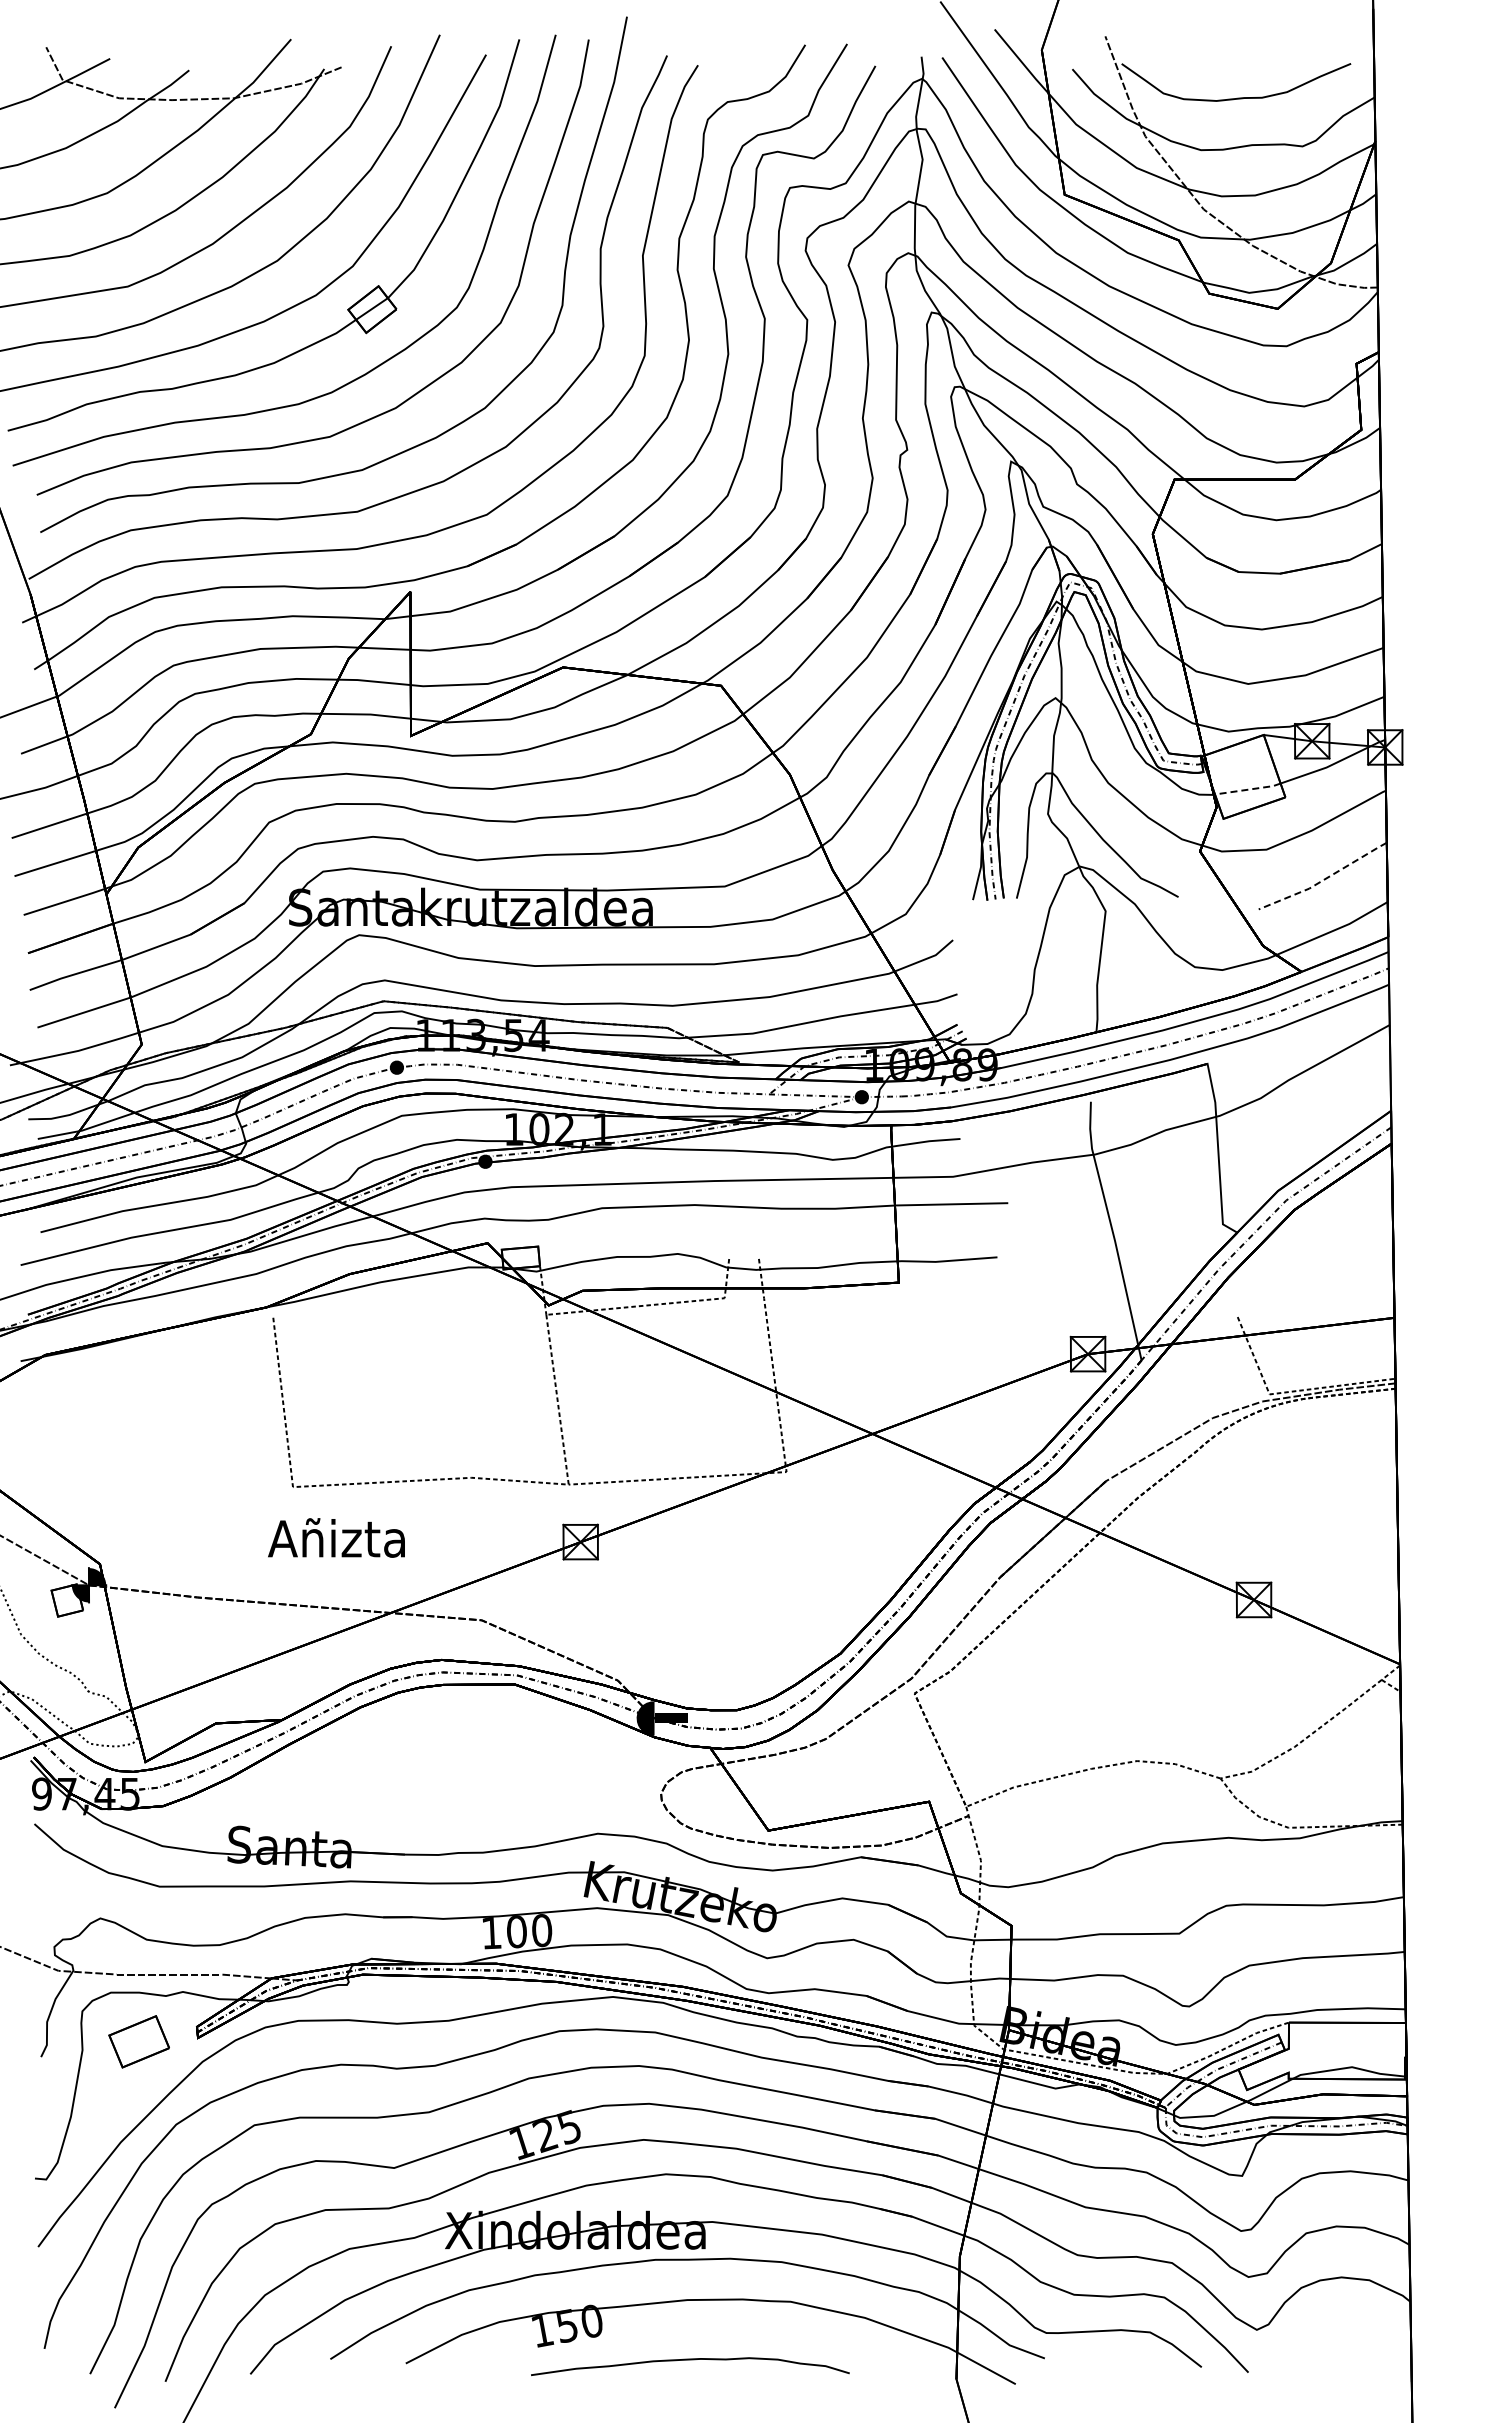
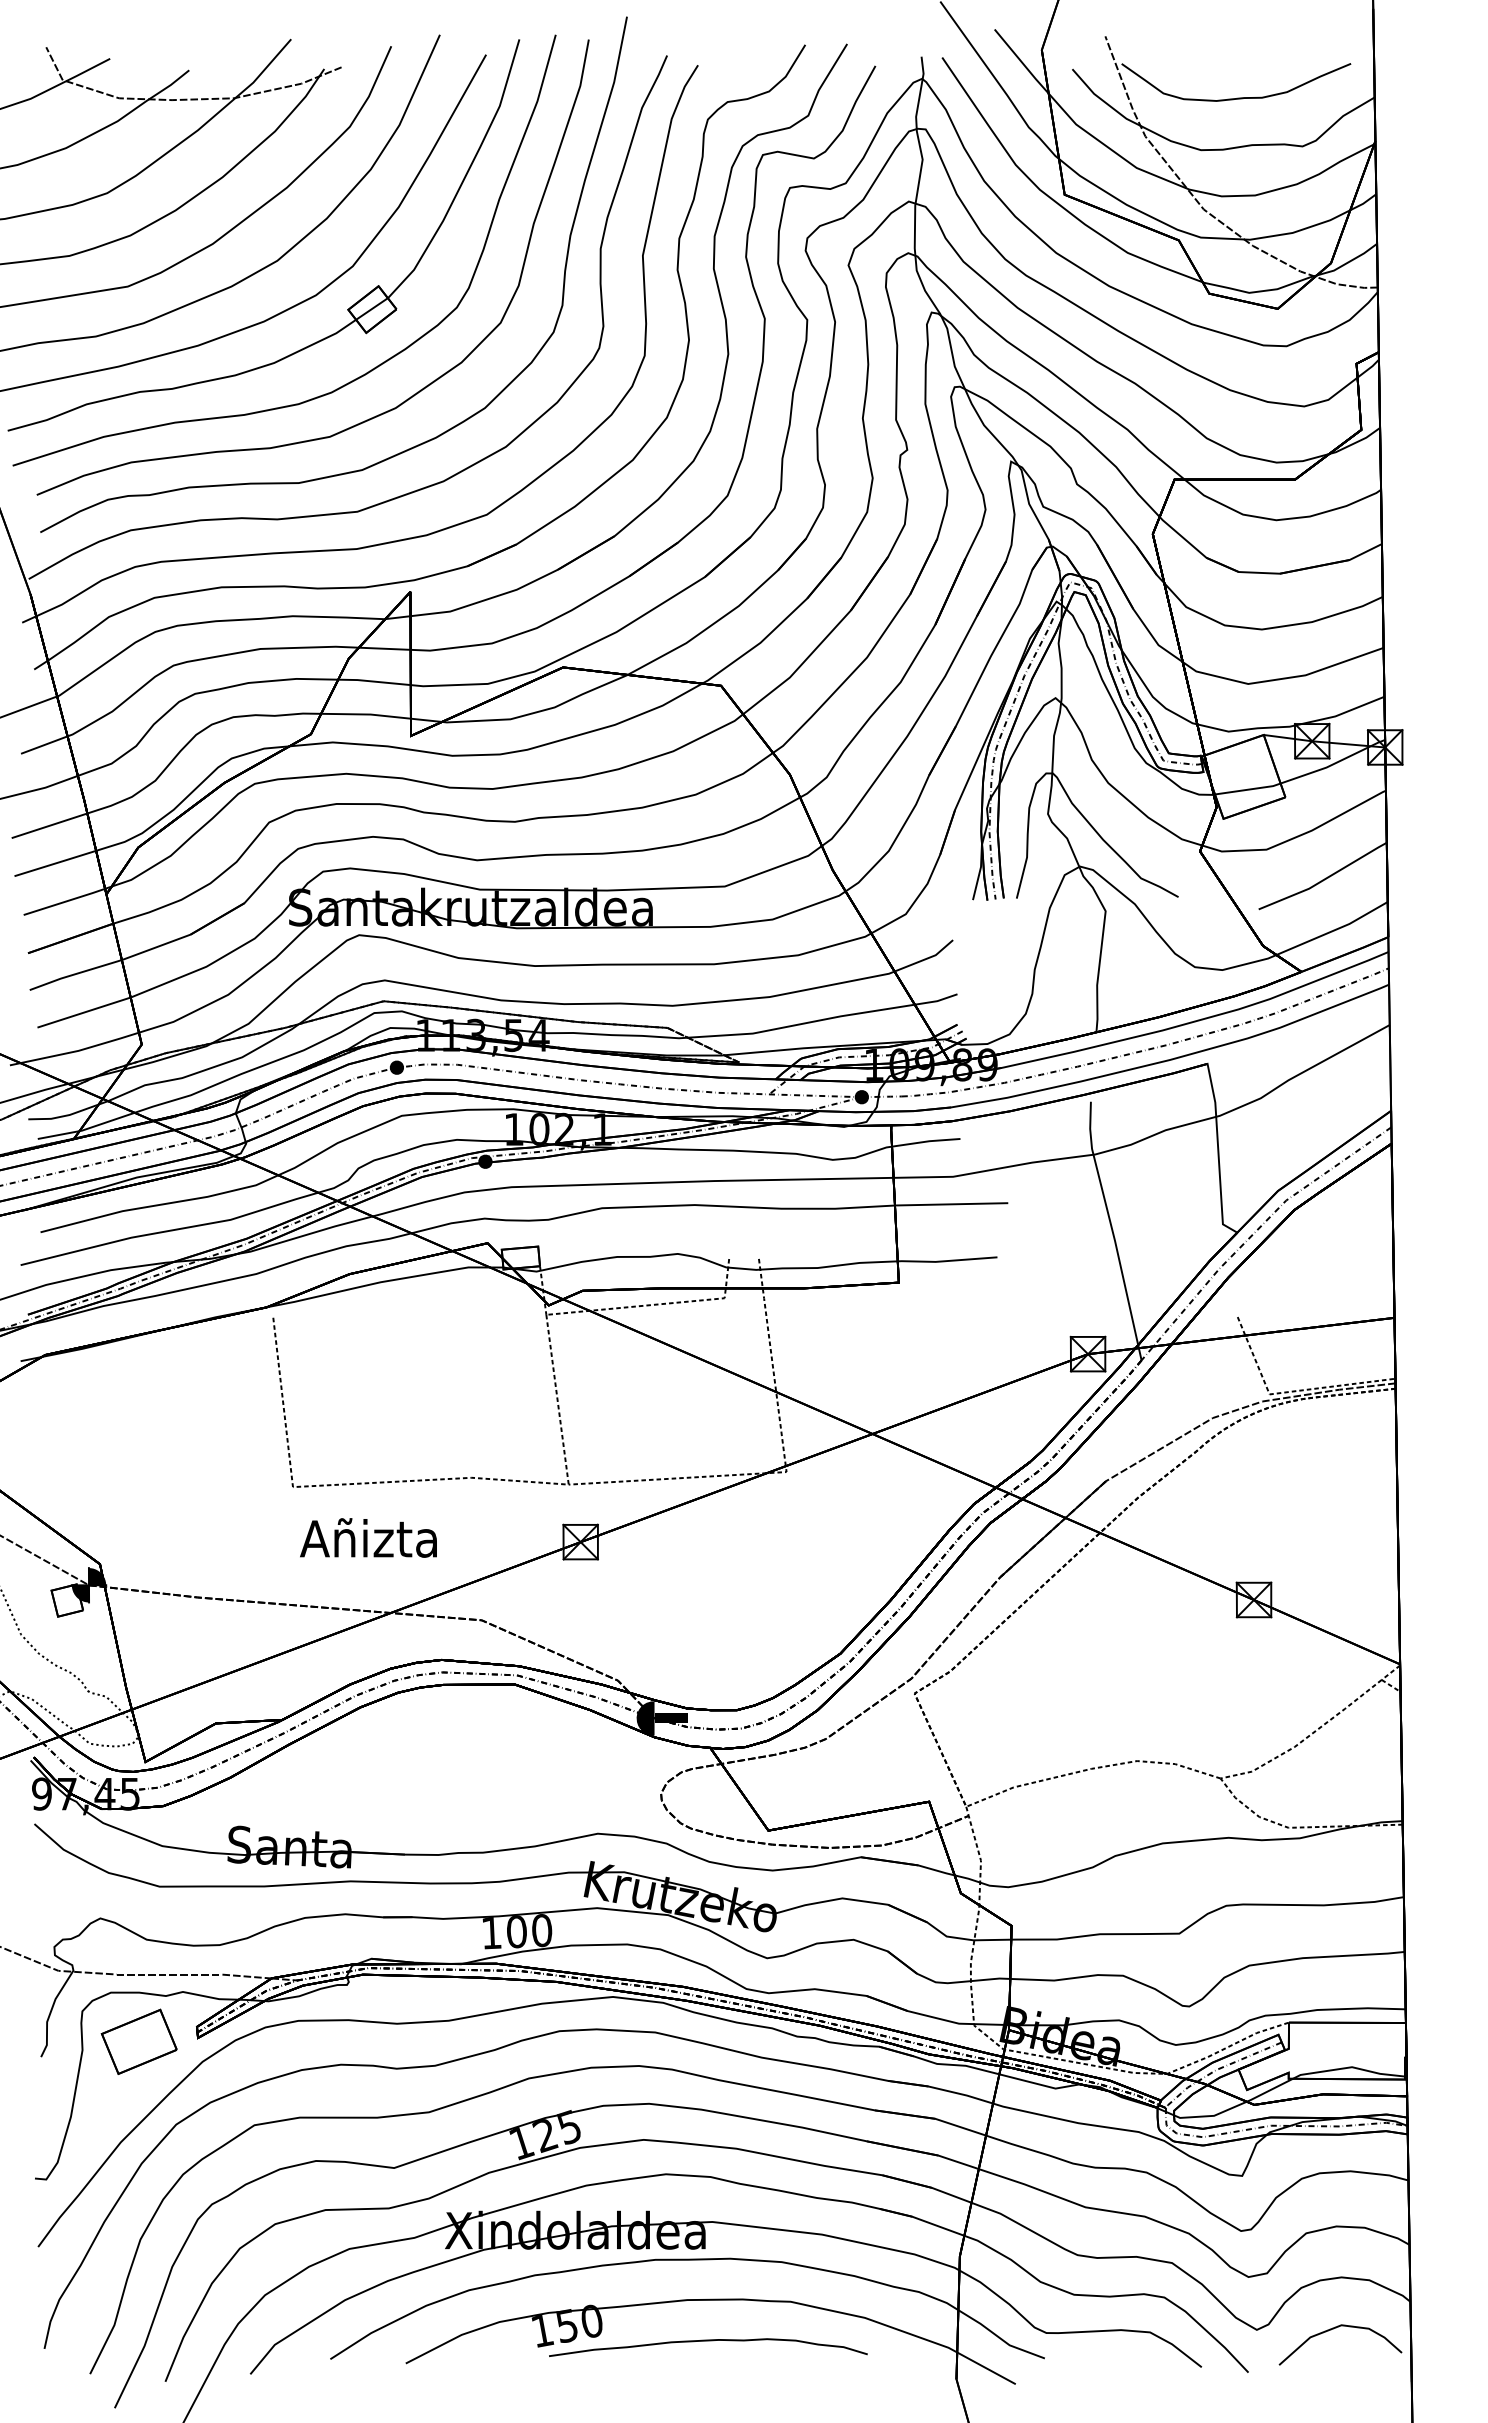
line at (1248, 789): dashed -> solid
line at (1324, 879): dashed -> solid
text at (336, 1537) position: (336, 1537) -> (368, 1537)
part at (138, 2041) size: 62x54 px -> 78x67 px
curve at (1336, 2328): none -> present
curve at (690, 2360) position: (690, 2360) -> (708, 2341)
